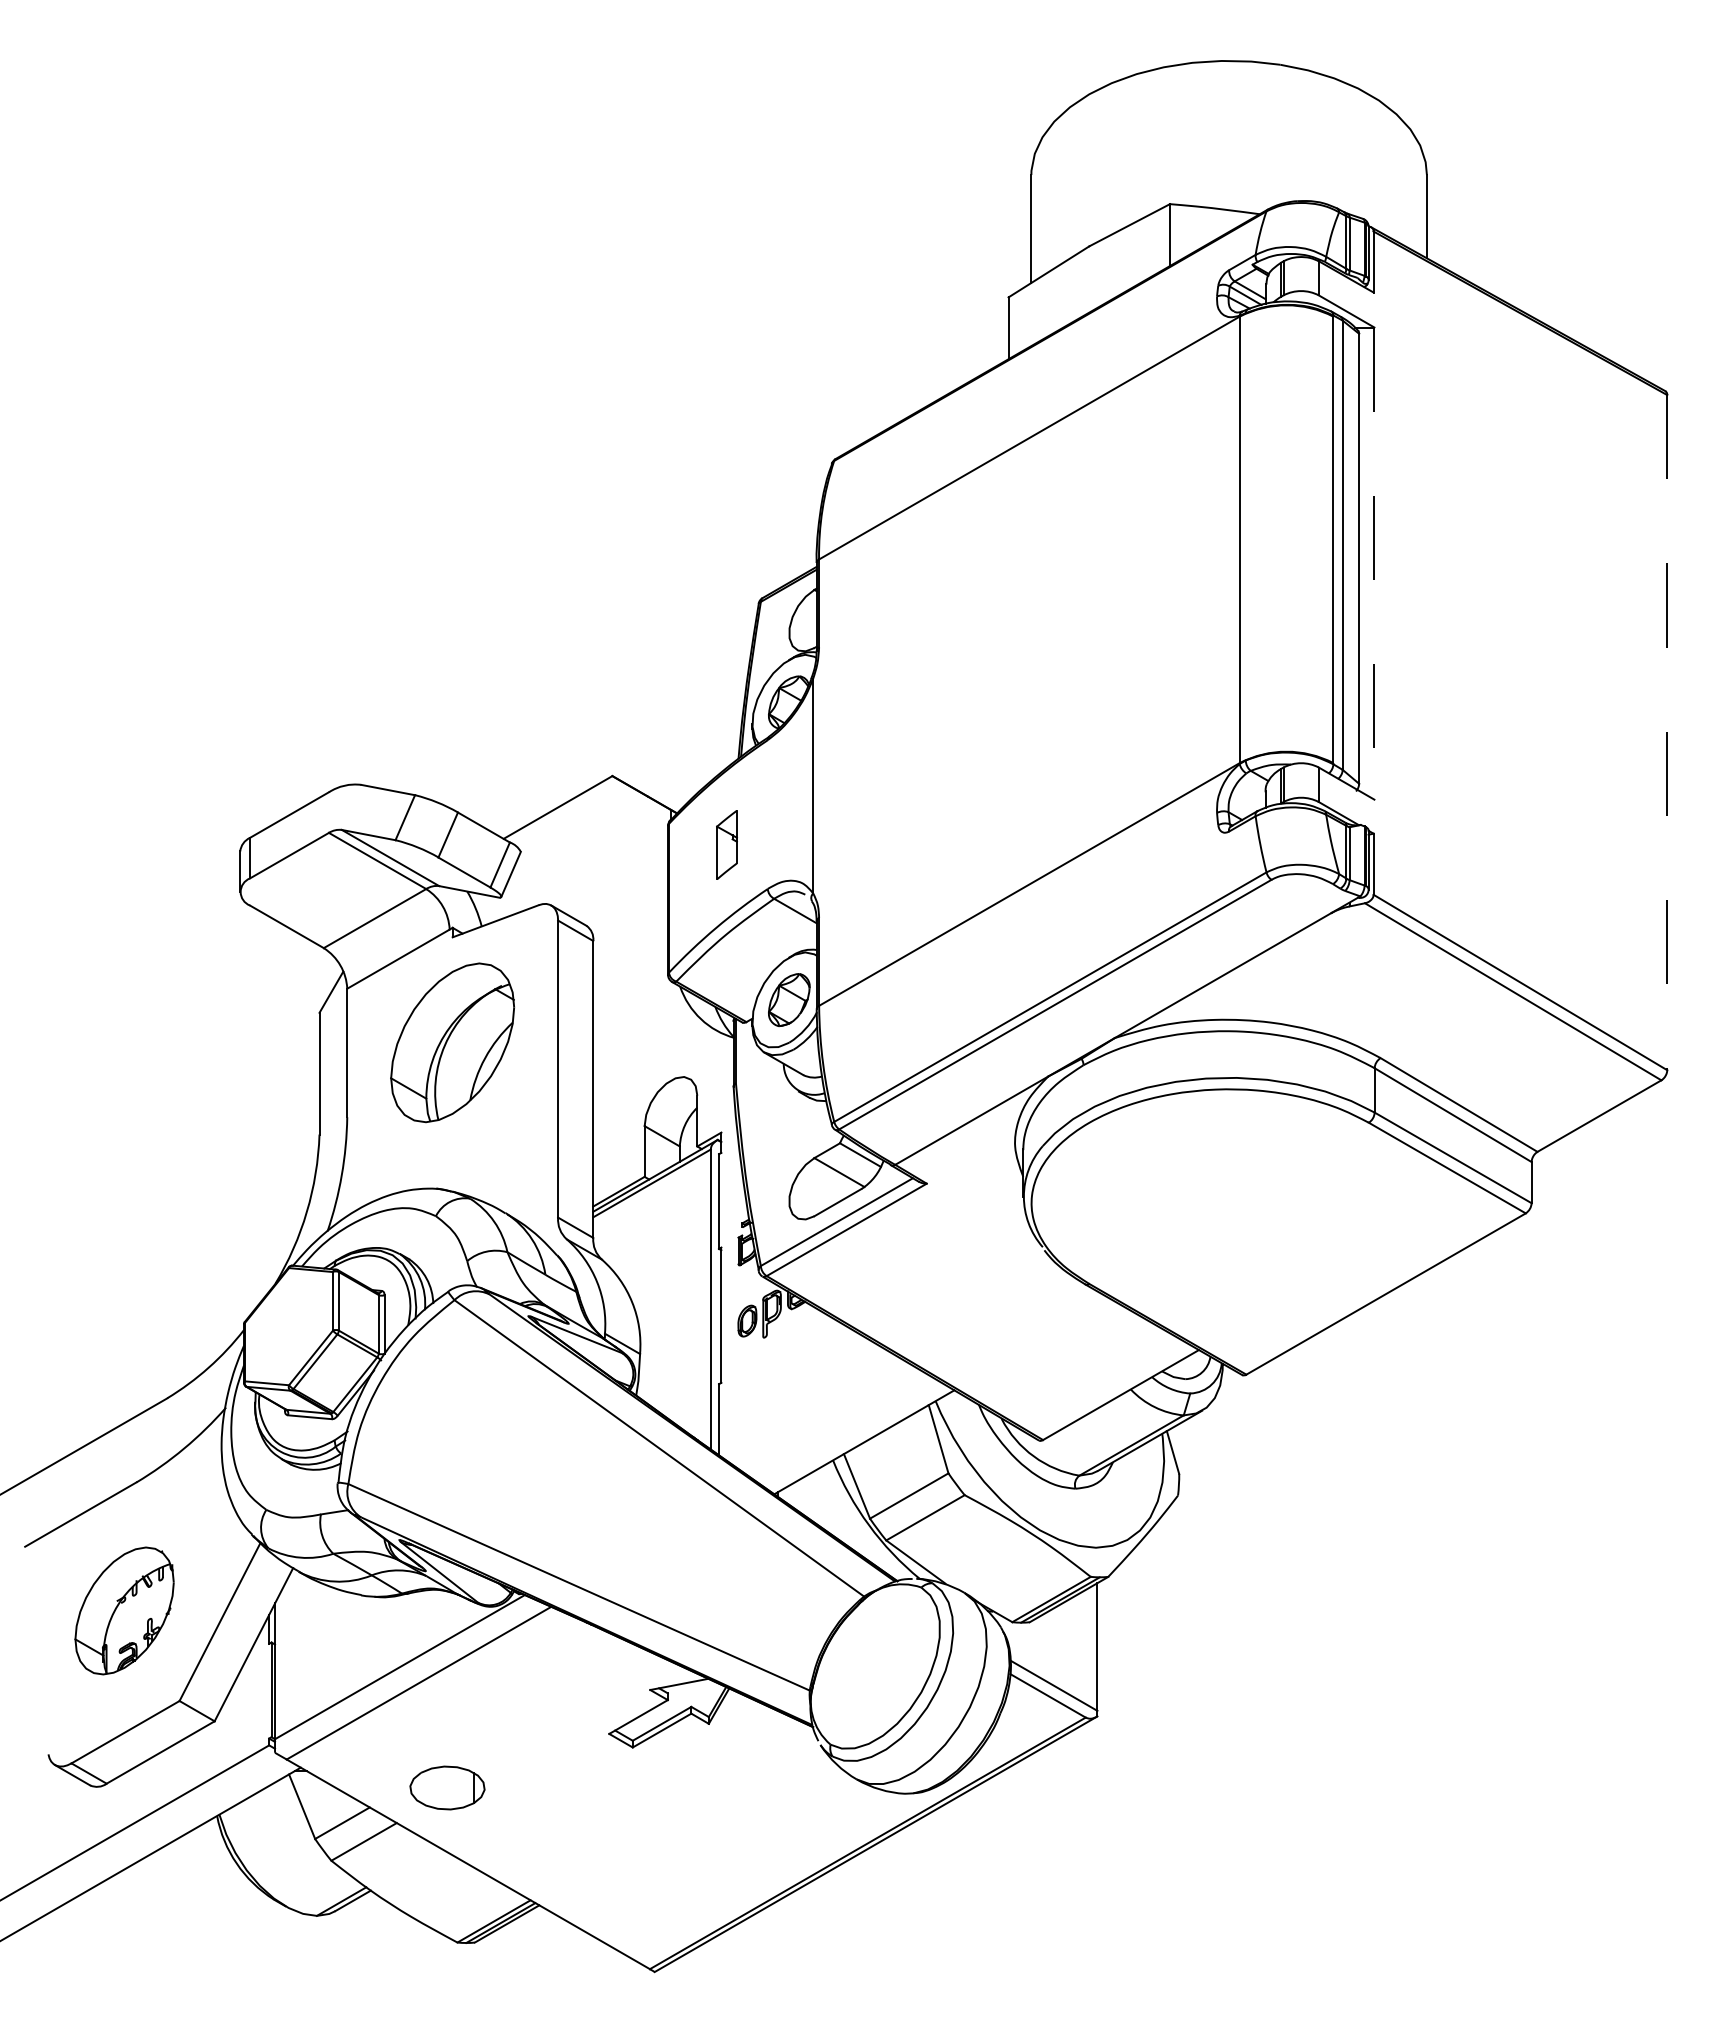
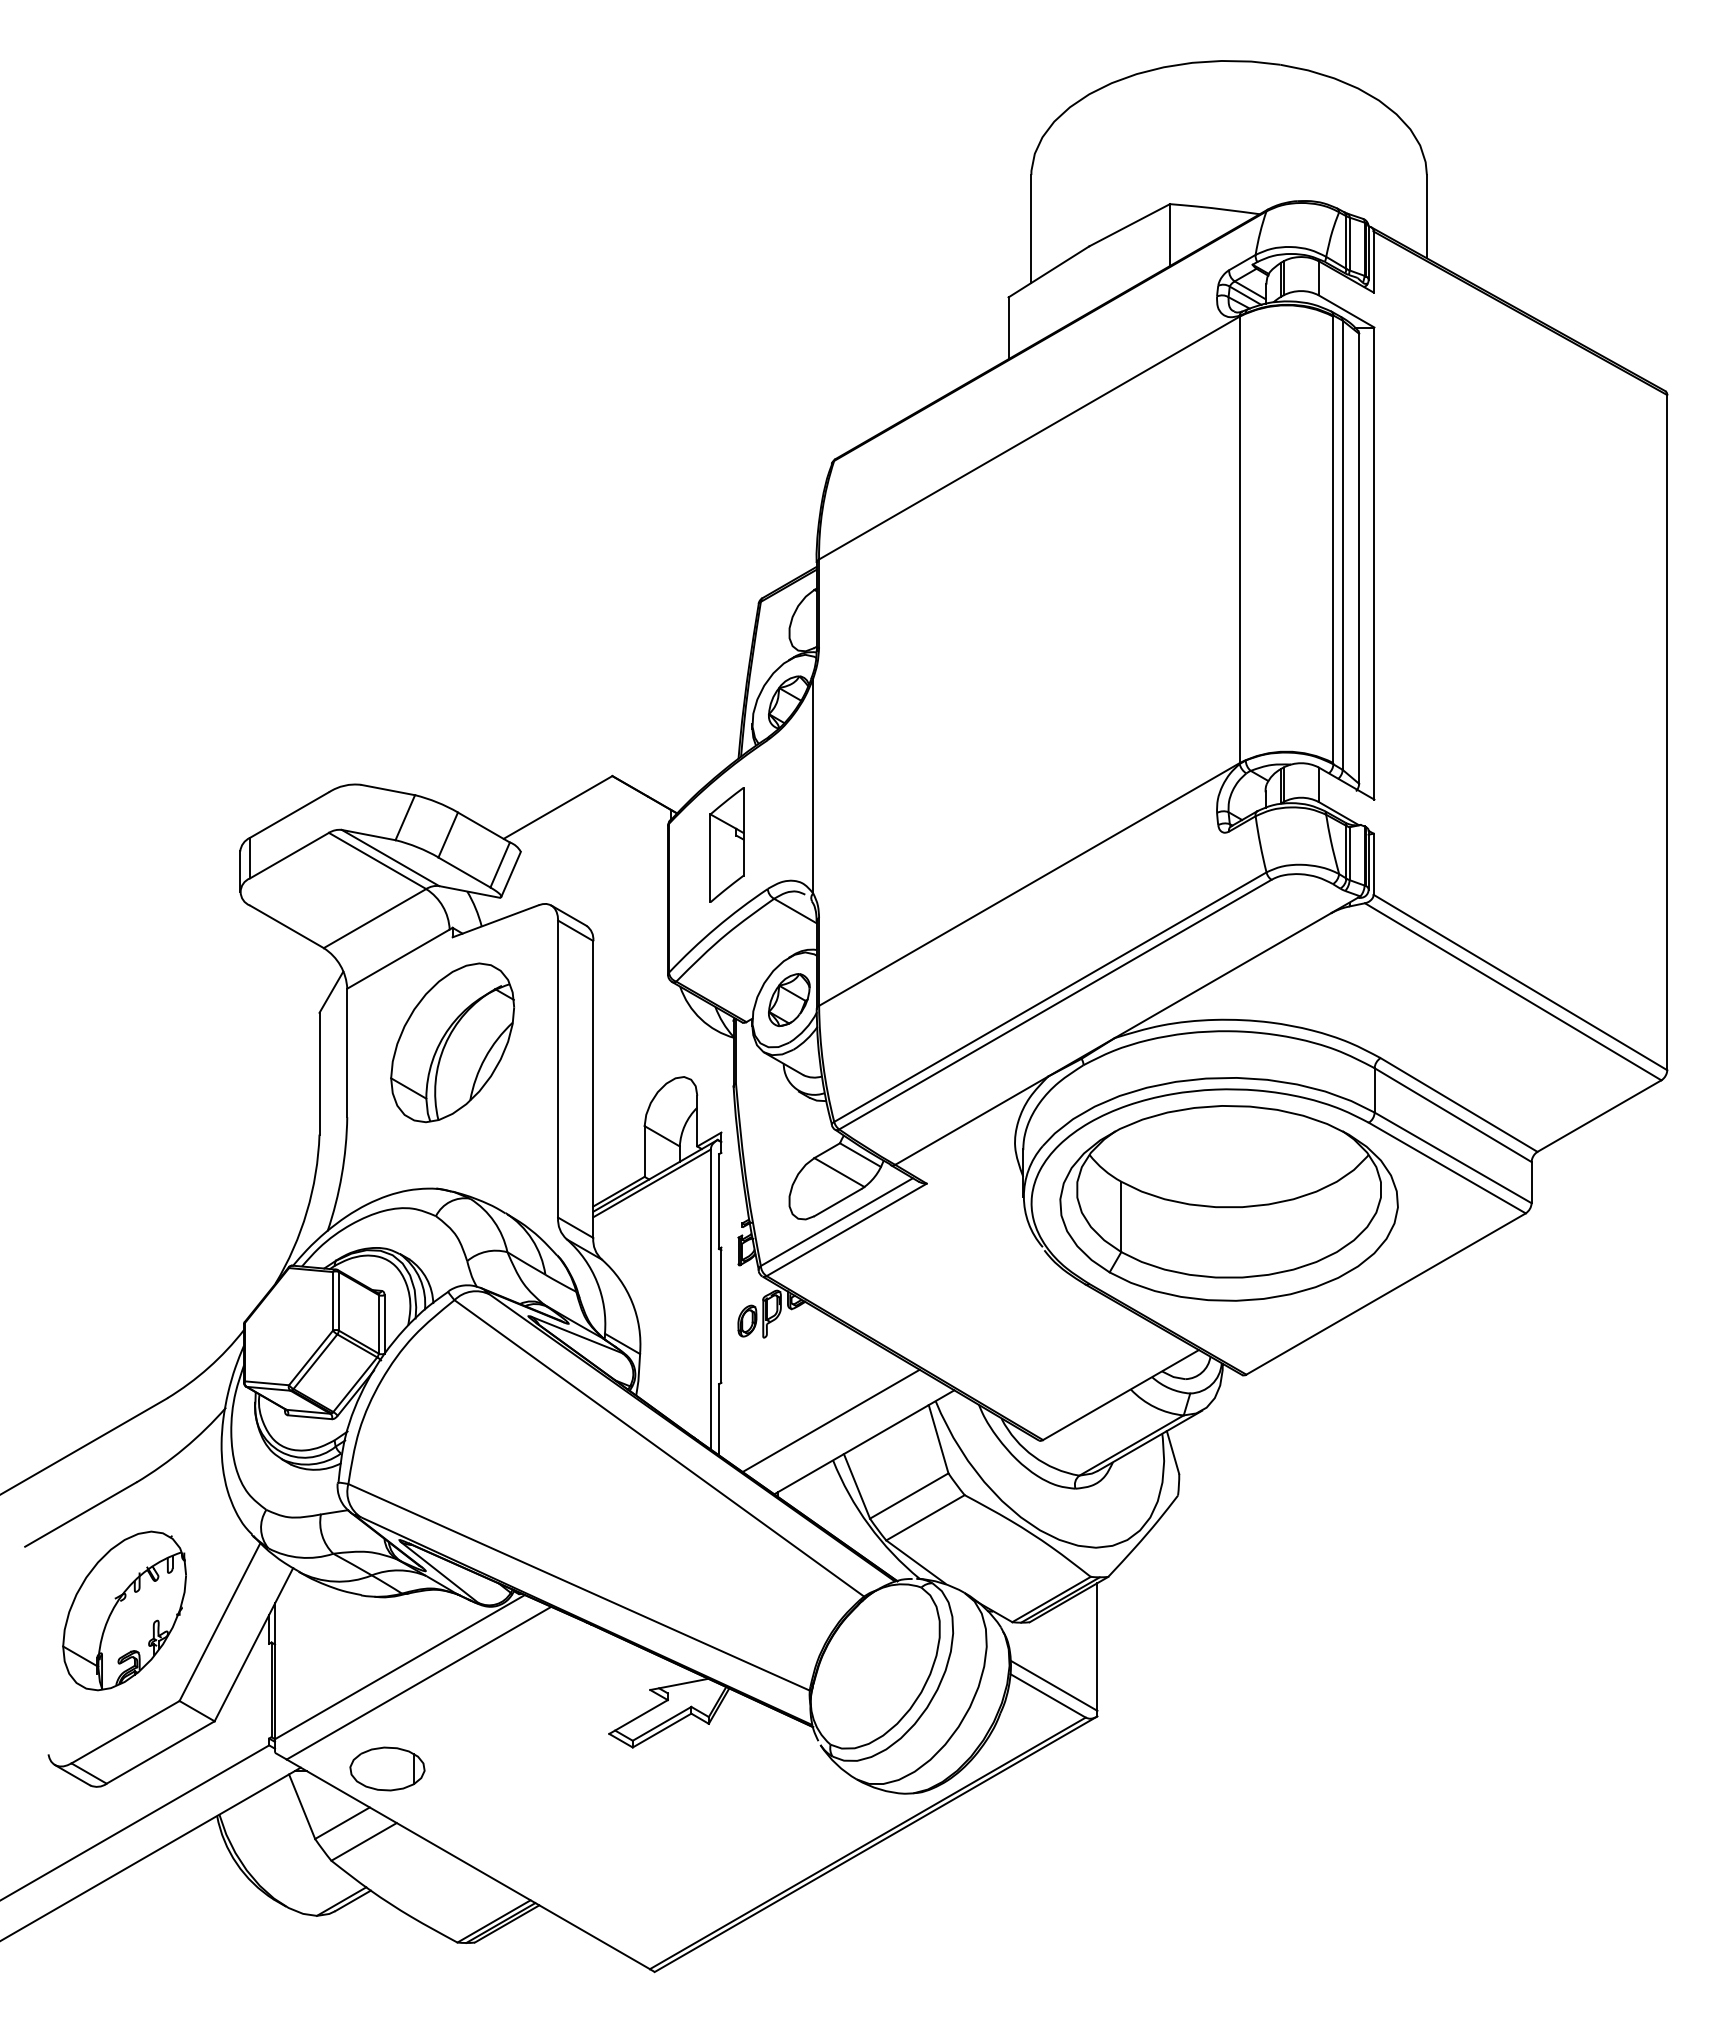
line at (1374, 564): dashed -> solid
line at (1667, 732): dashed -> solid
part at (726, 844) size: 22x70 px -> 36x116 px
part at (1228, 1203): none -> present
line at (830, 1420): none -> present
part at (124, 1610) size: 101x130 px -> 125x162 px
part at (447, 1787) position: (447, 1787) -> (387, 1768)
